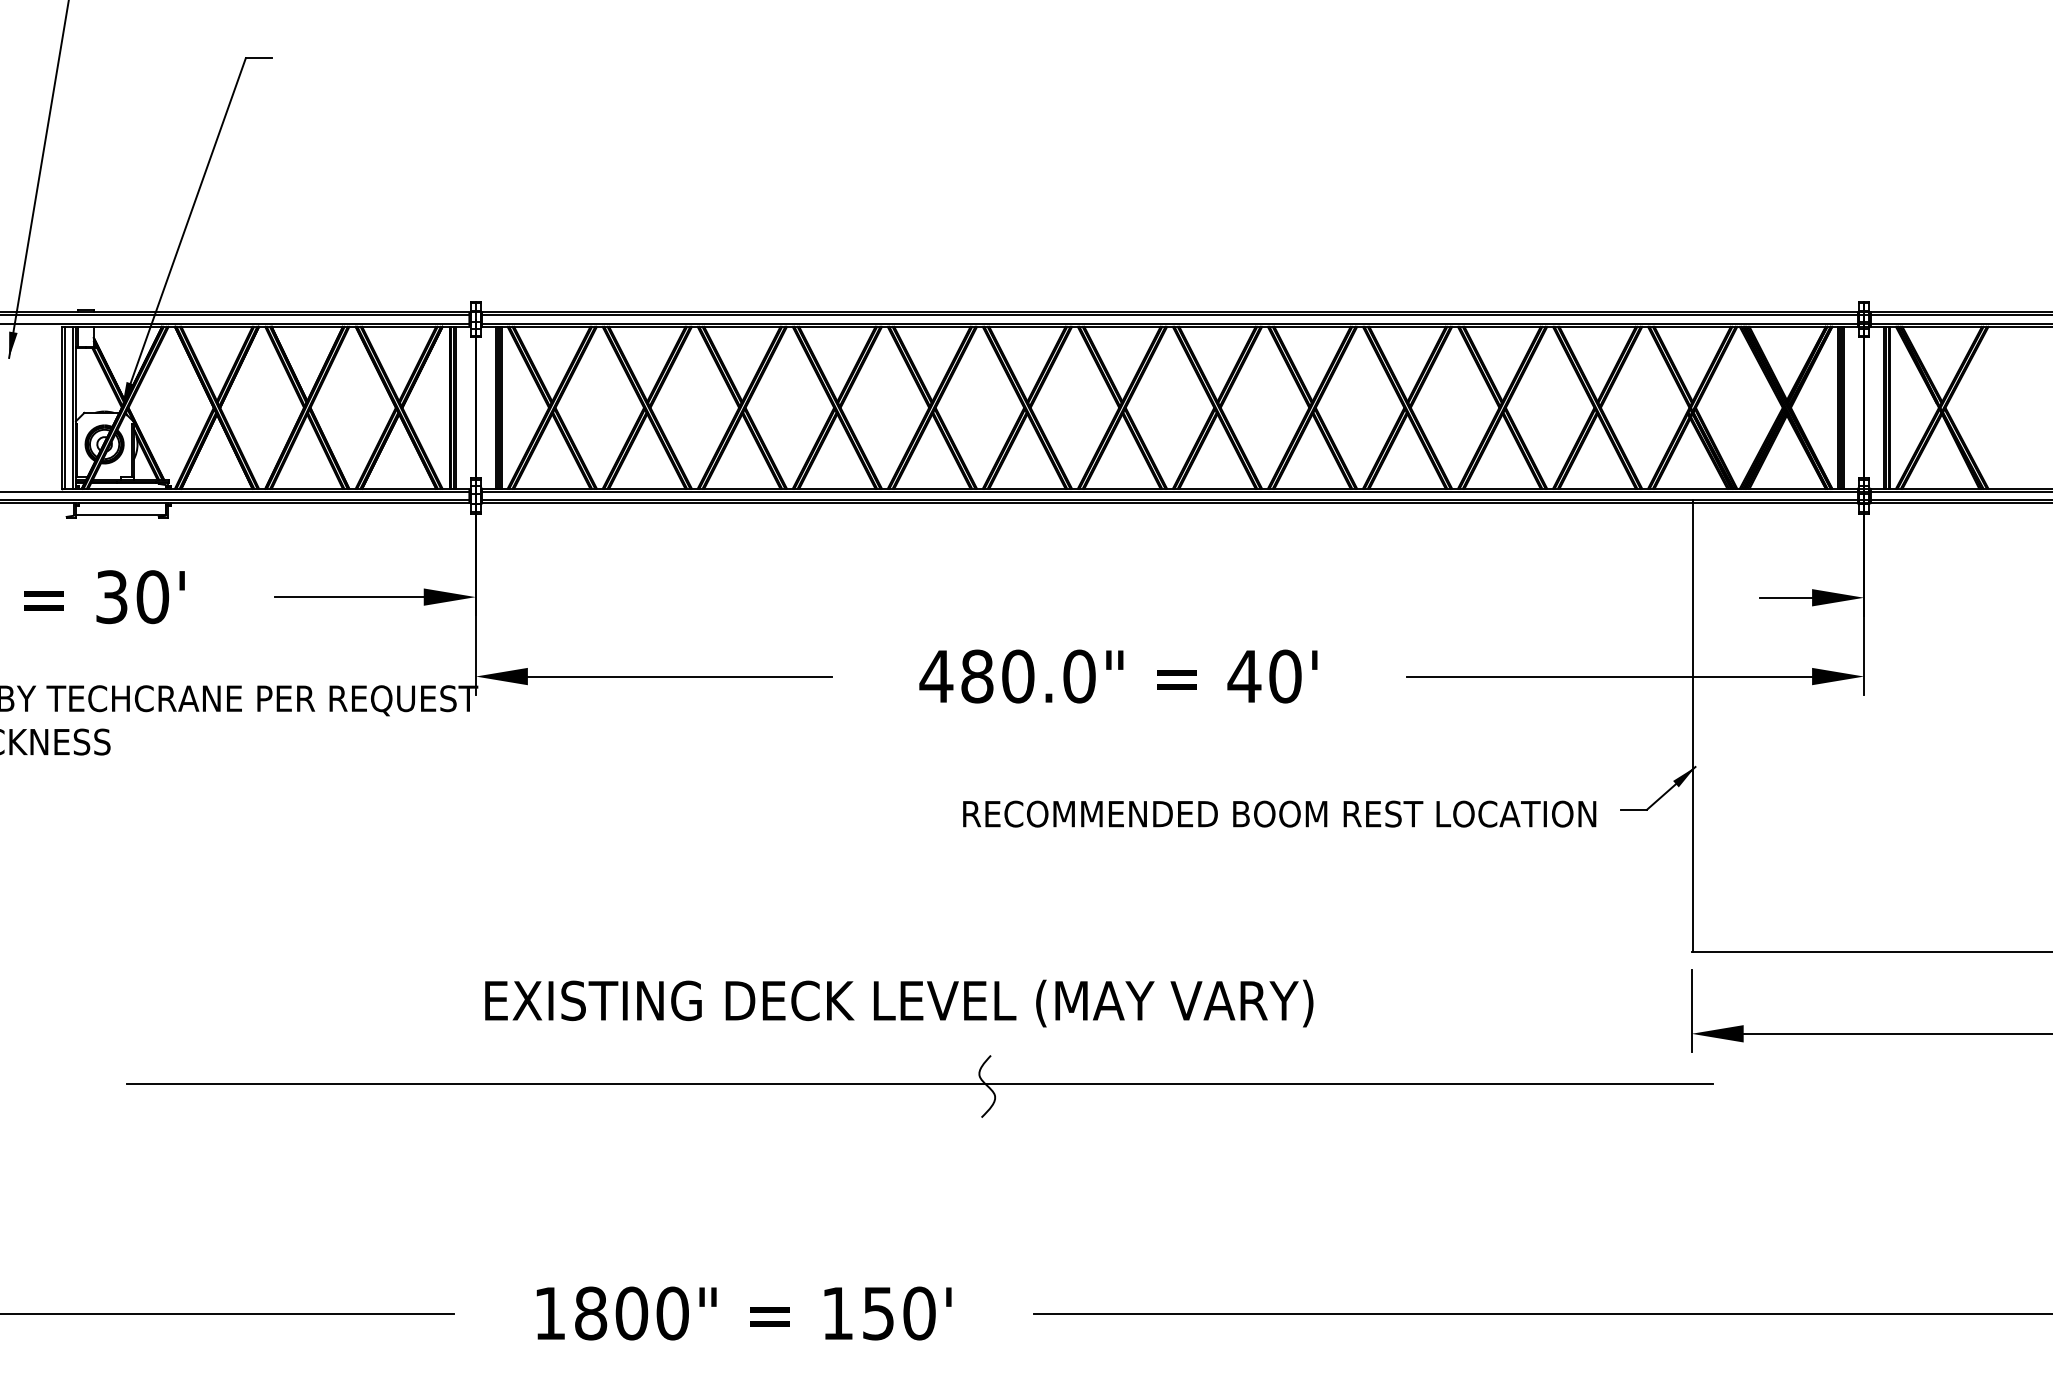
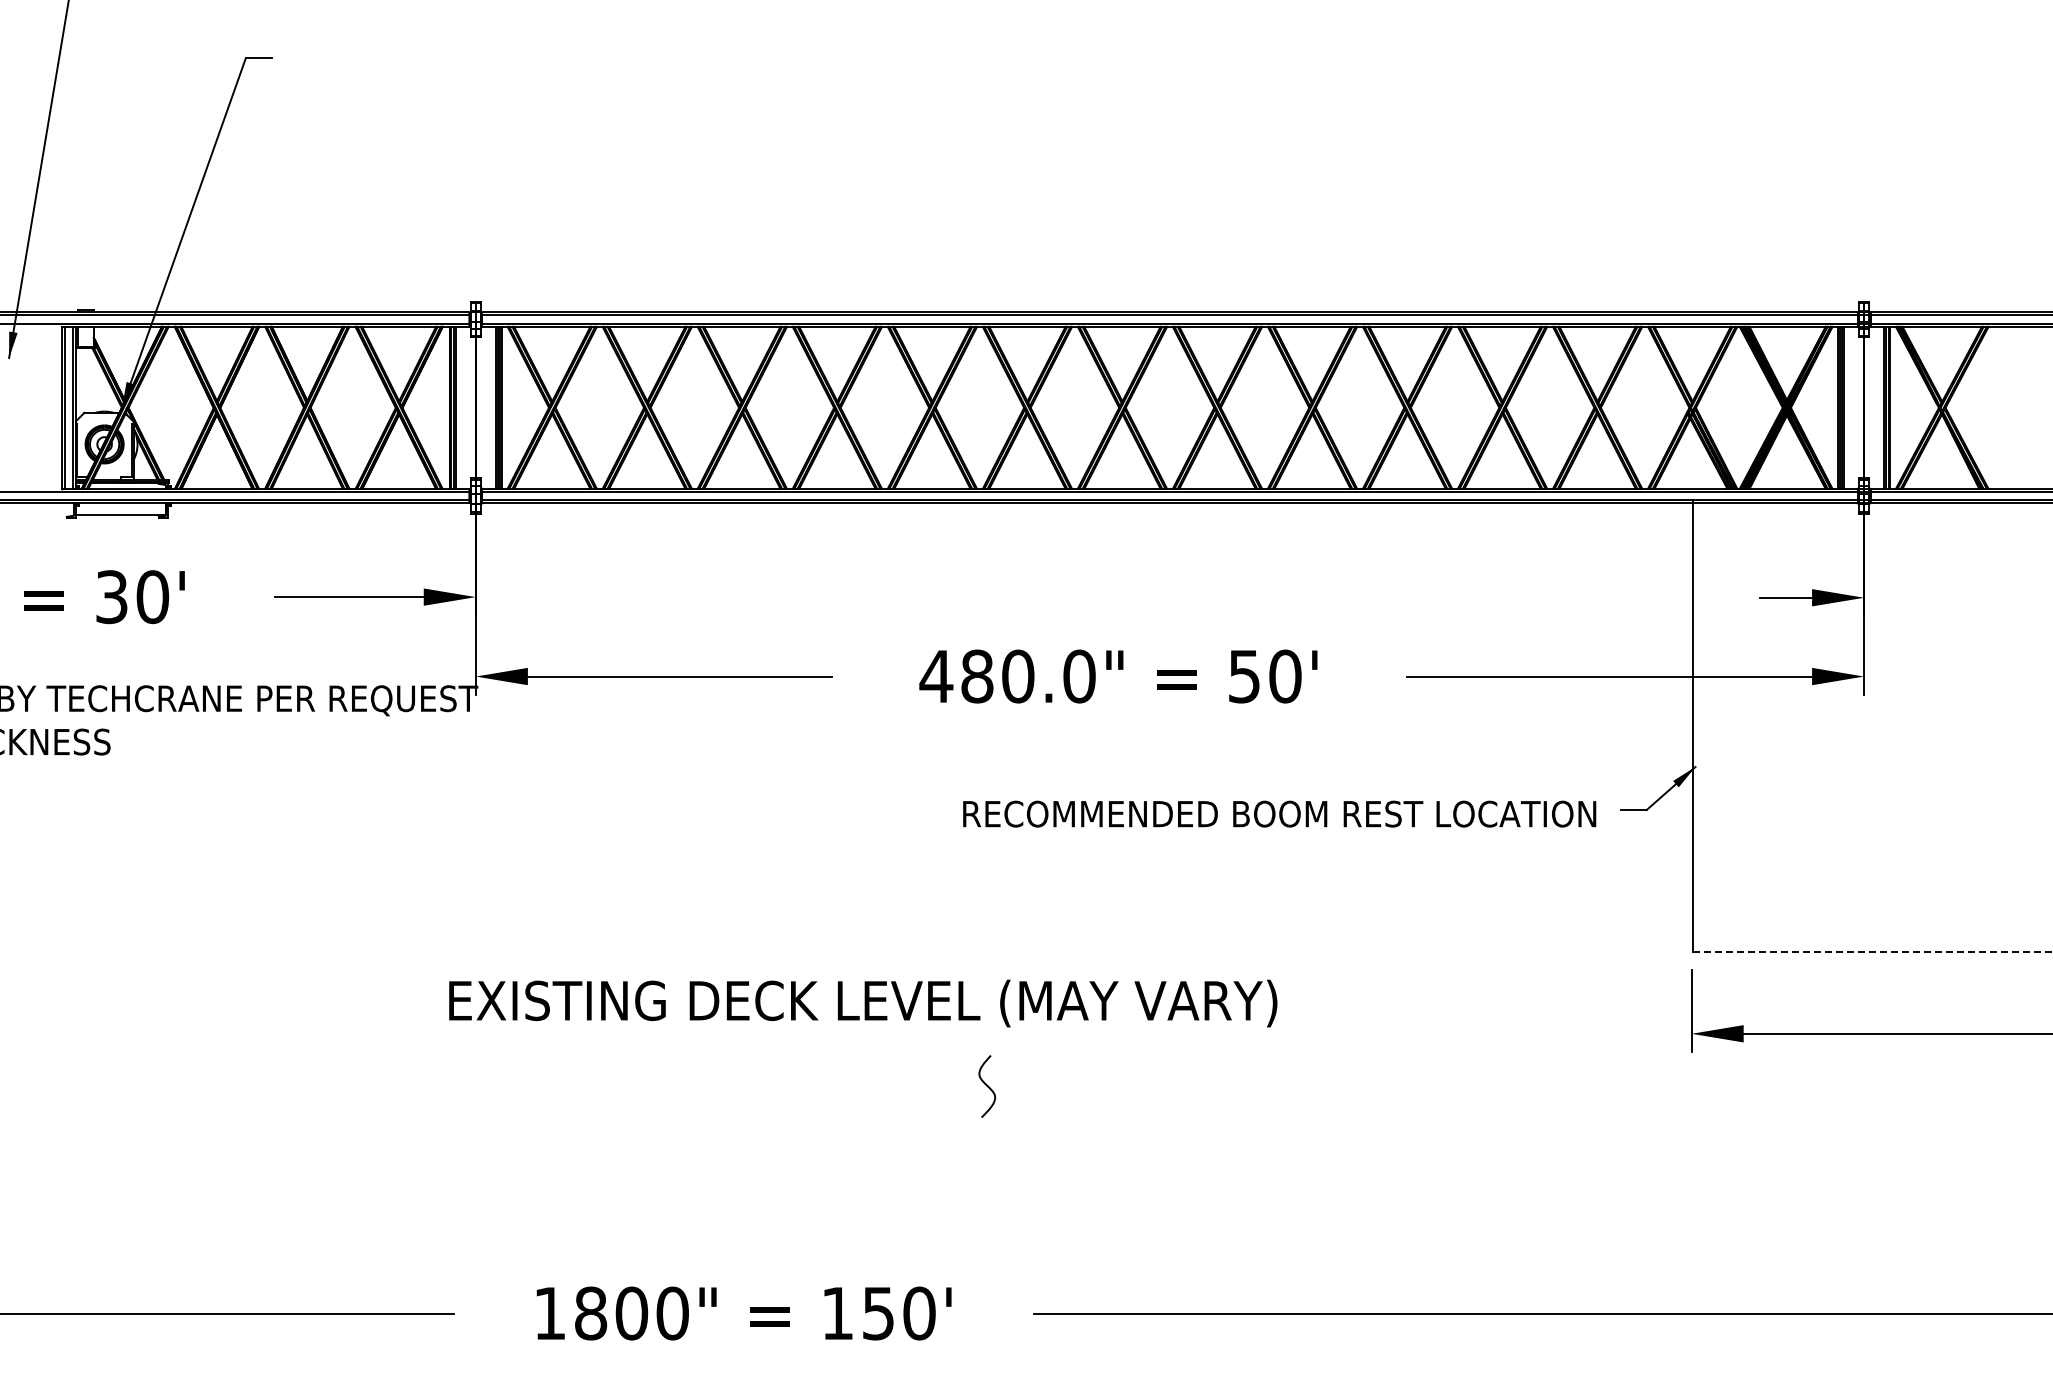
text at (1244, 676): 40' -> 50'
line at (1871, 951): solid -> dashed
text at (899, 1003) position: (899, 1003) -> (863, 1003)
line at (919, 1083): present -> none
